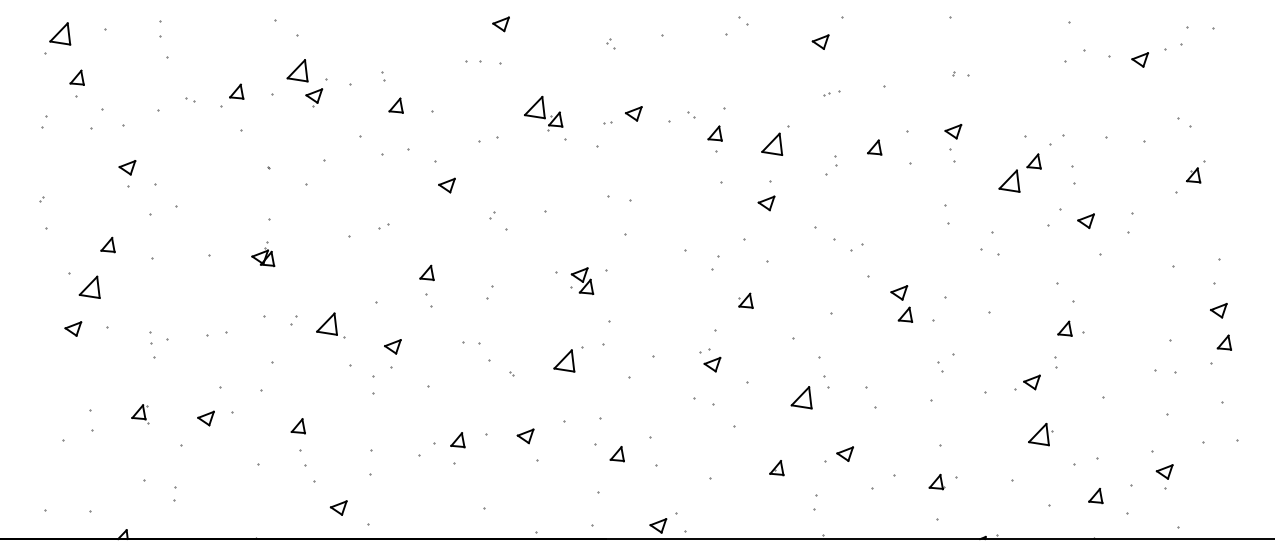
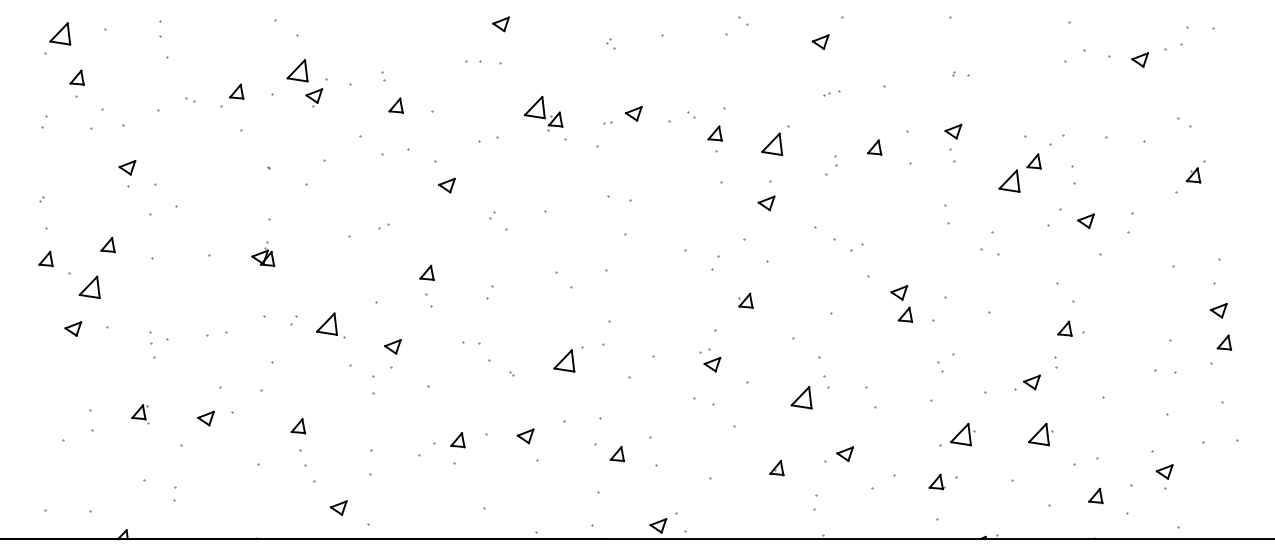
part at (45, 258): none -> present
part at (582, 280): present -> none
part at (962, 434): none -> present
